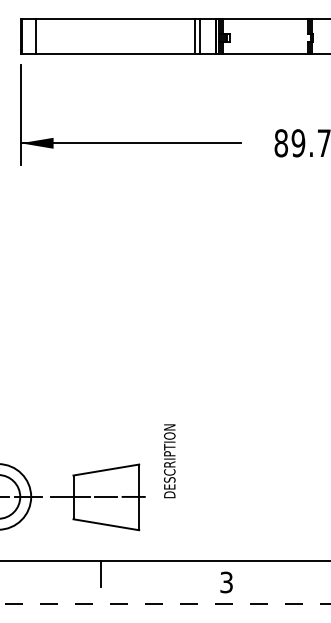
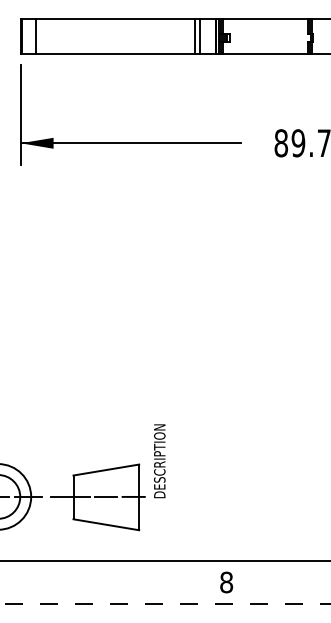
text at (169, 461) position: (169, 461) -> (159, 461)
line at (101, 573): present -> none
text at (226, 582): 3 -> 8
